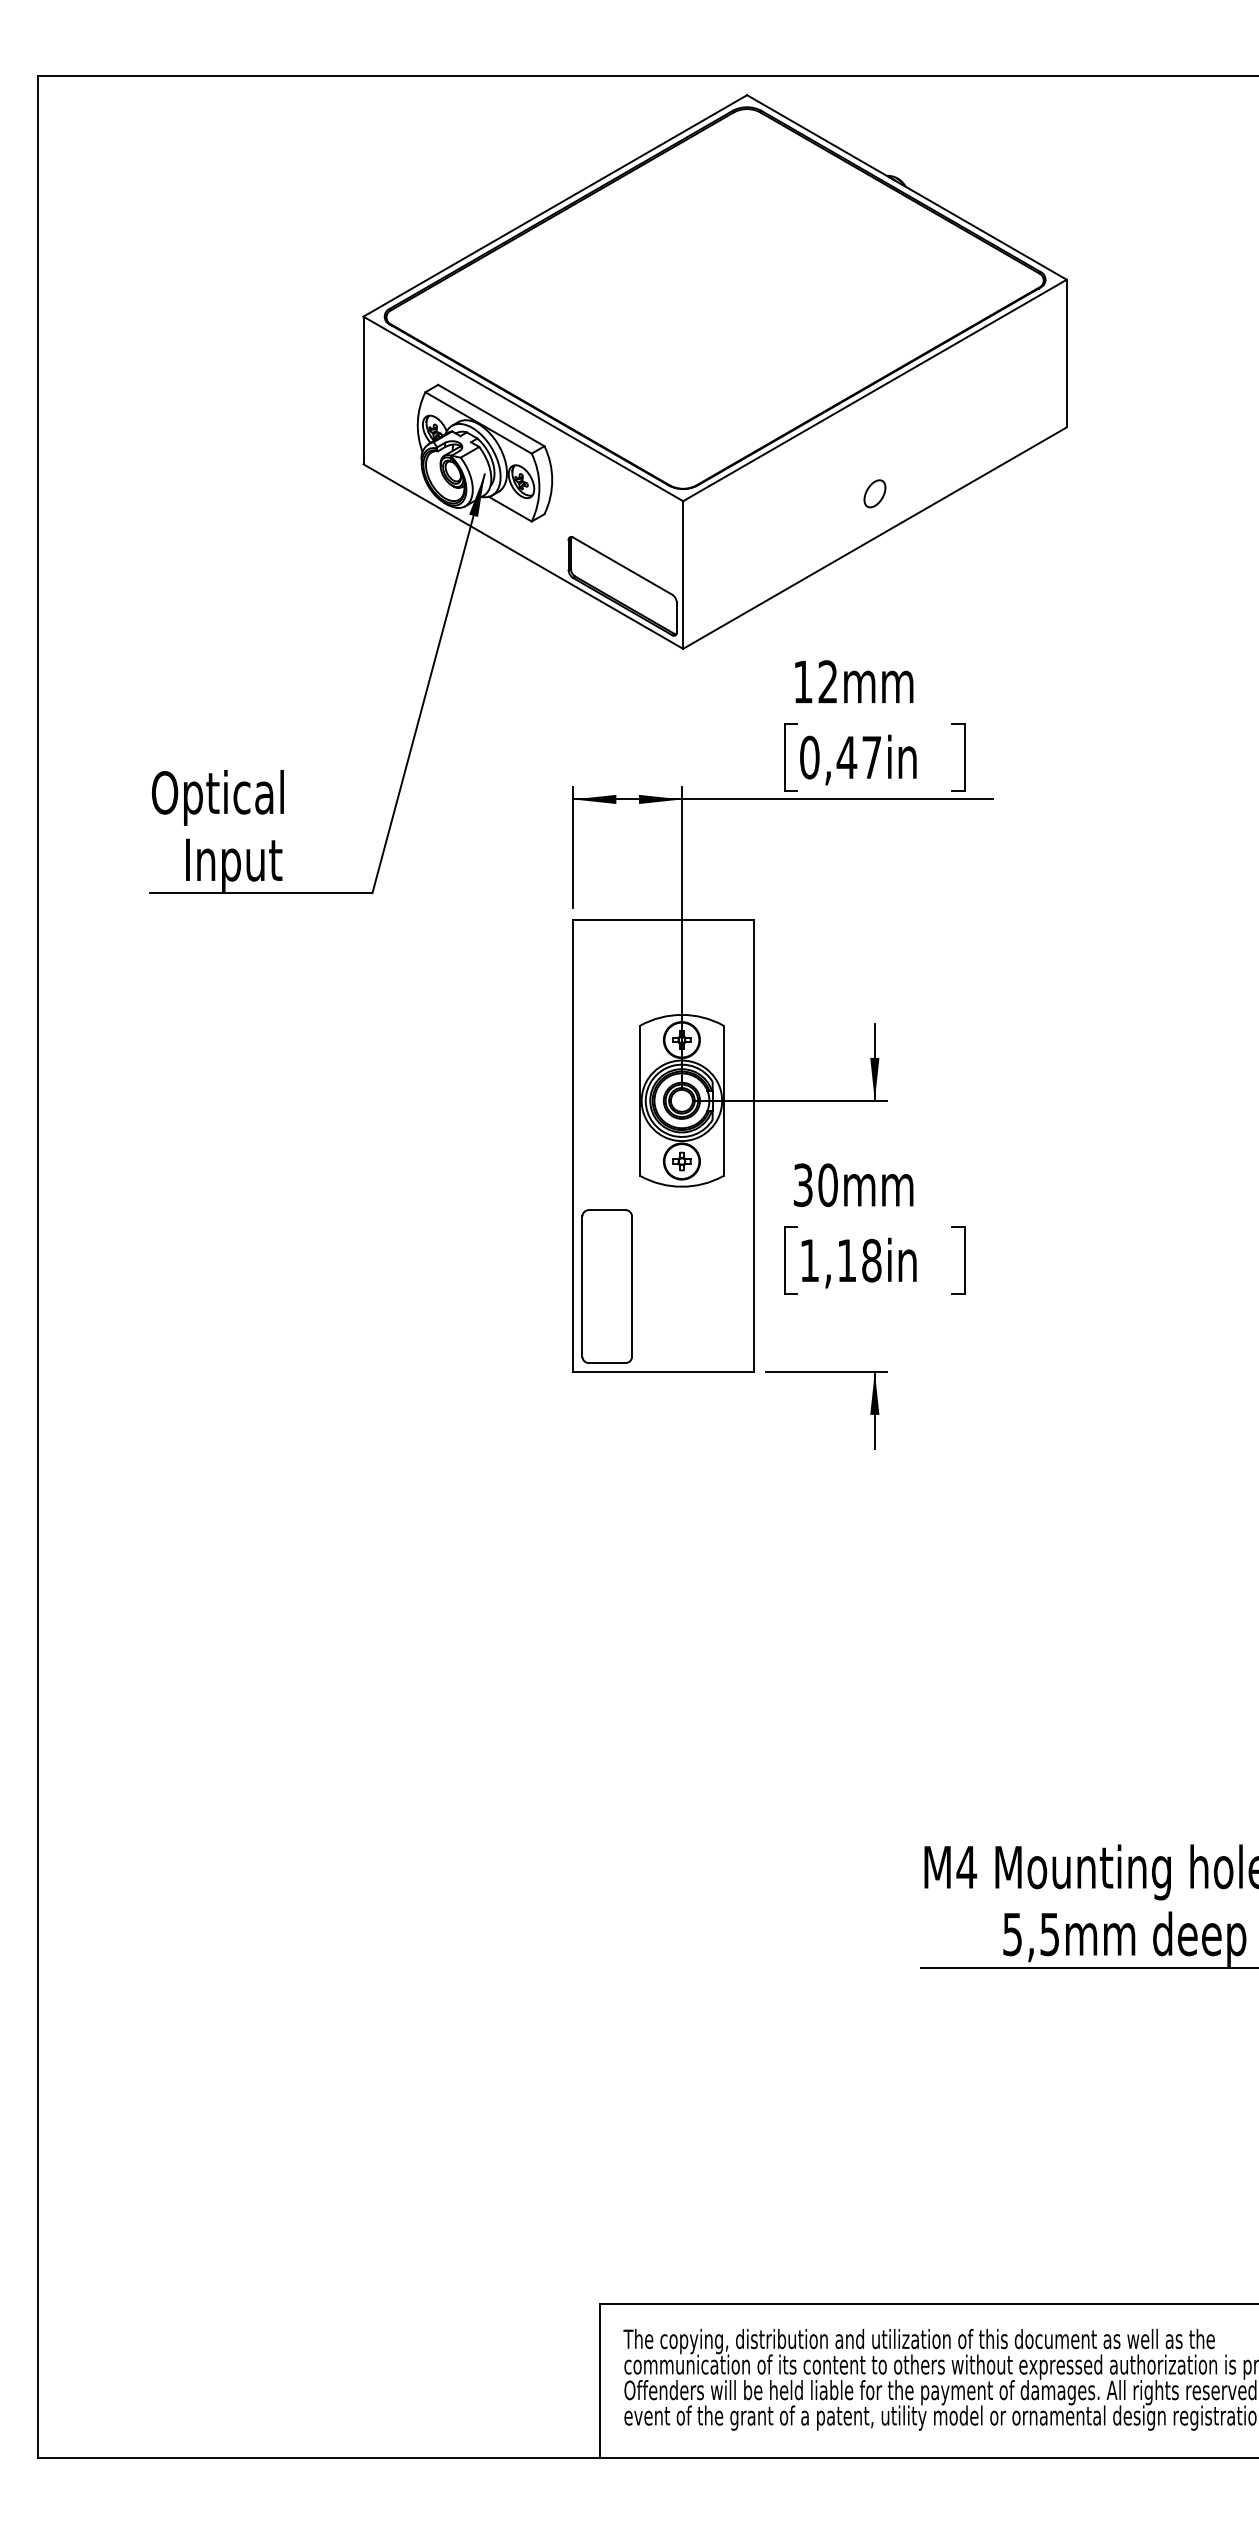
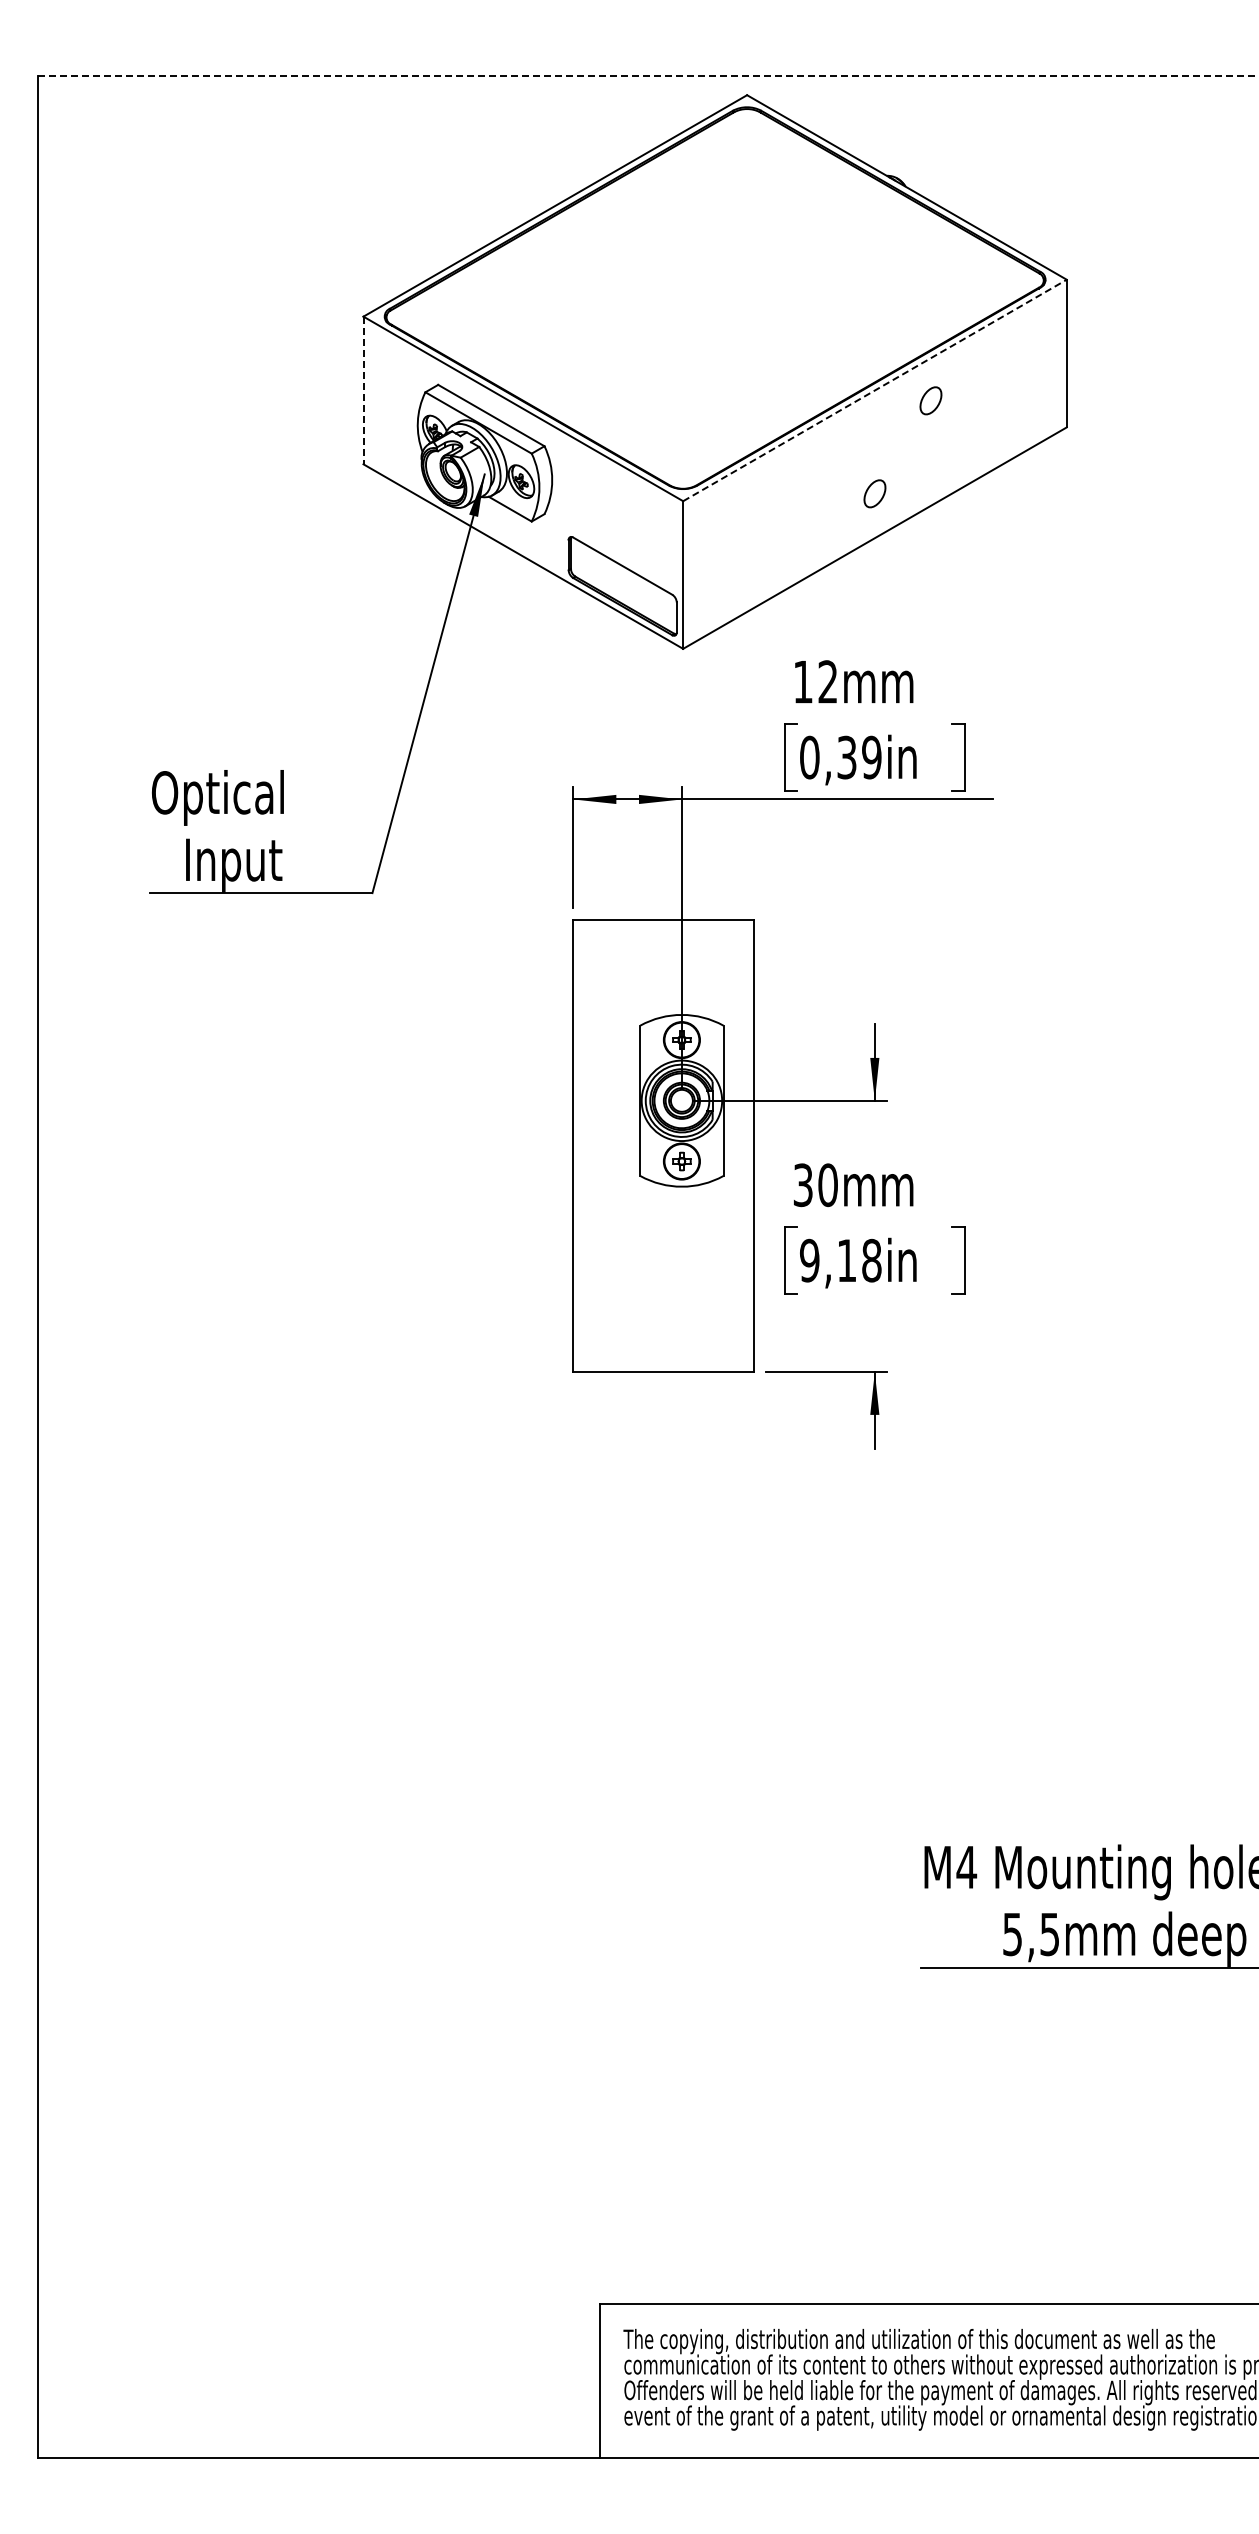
line at (648, 76): solid -> dashed
line at (363, 390): solid -> dashed
line at (875, 390): solid -> dashed
part at (930, 400): none -> present
text at (858, 757): 0,47in -> 0,39in
text at (809, 1260): 1,18in -> 9,18in
part at (606, 1286): present -> none
